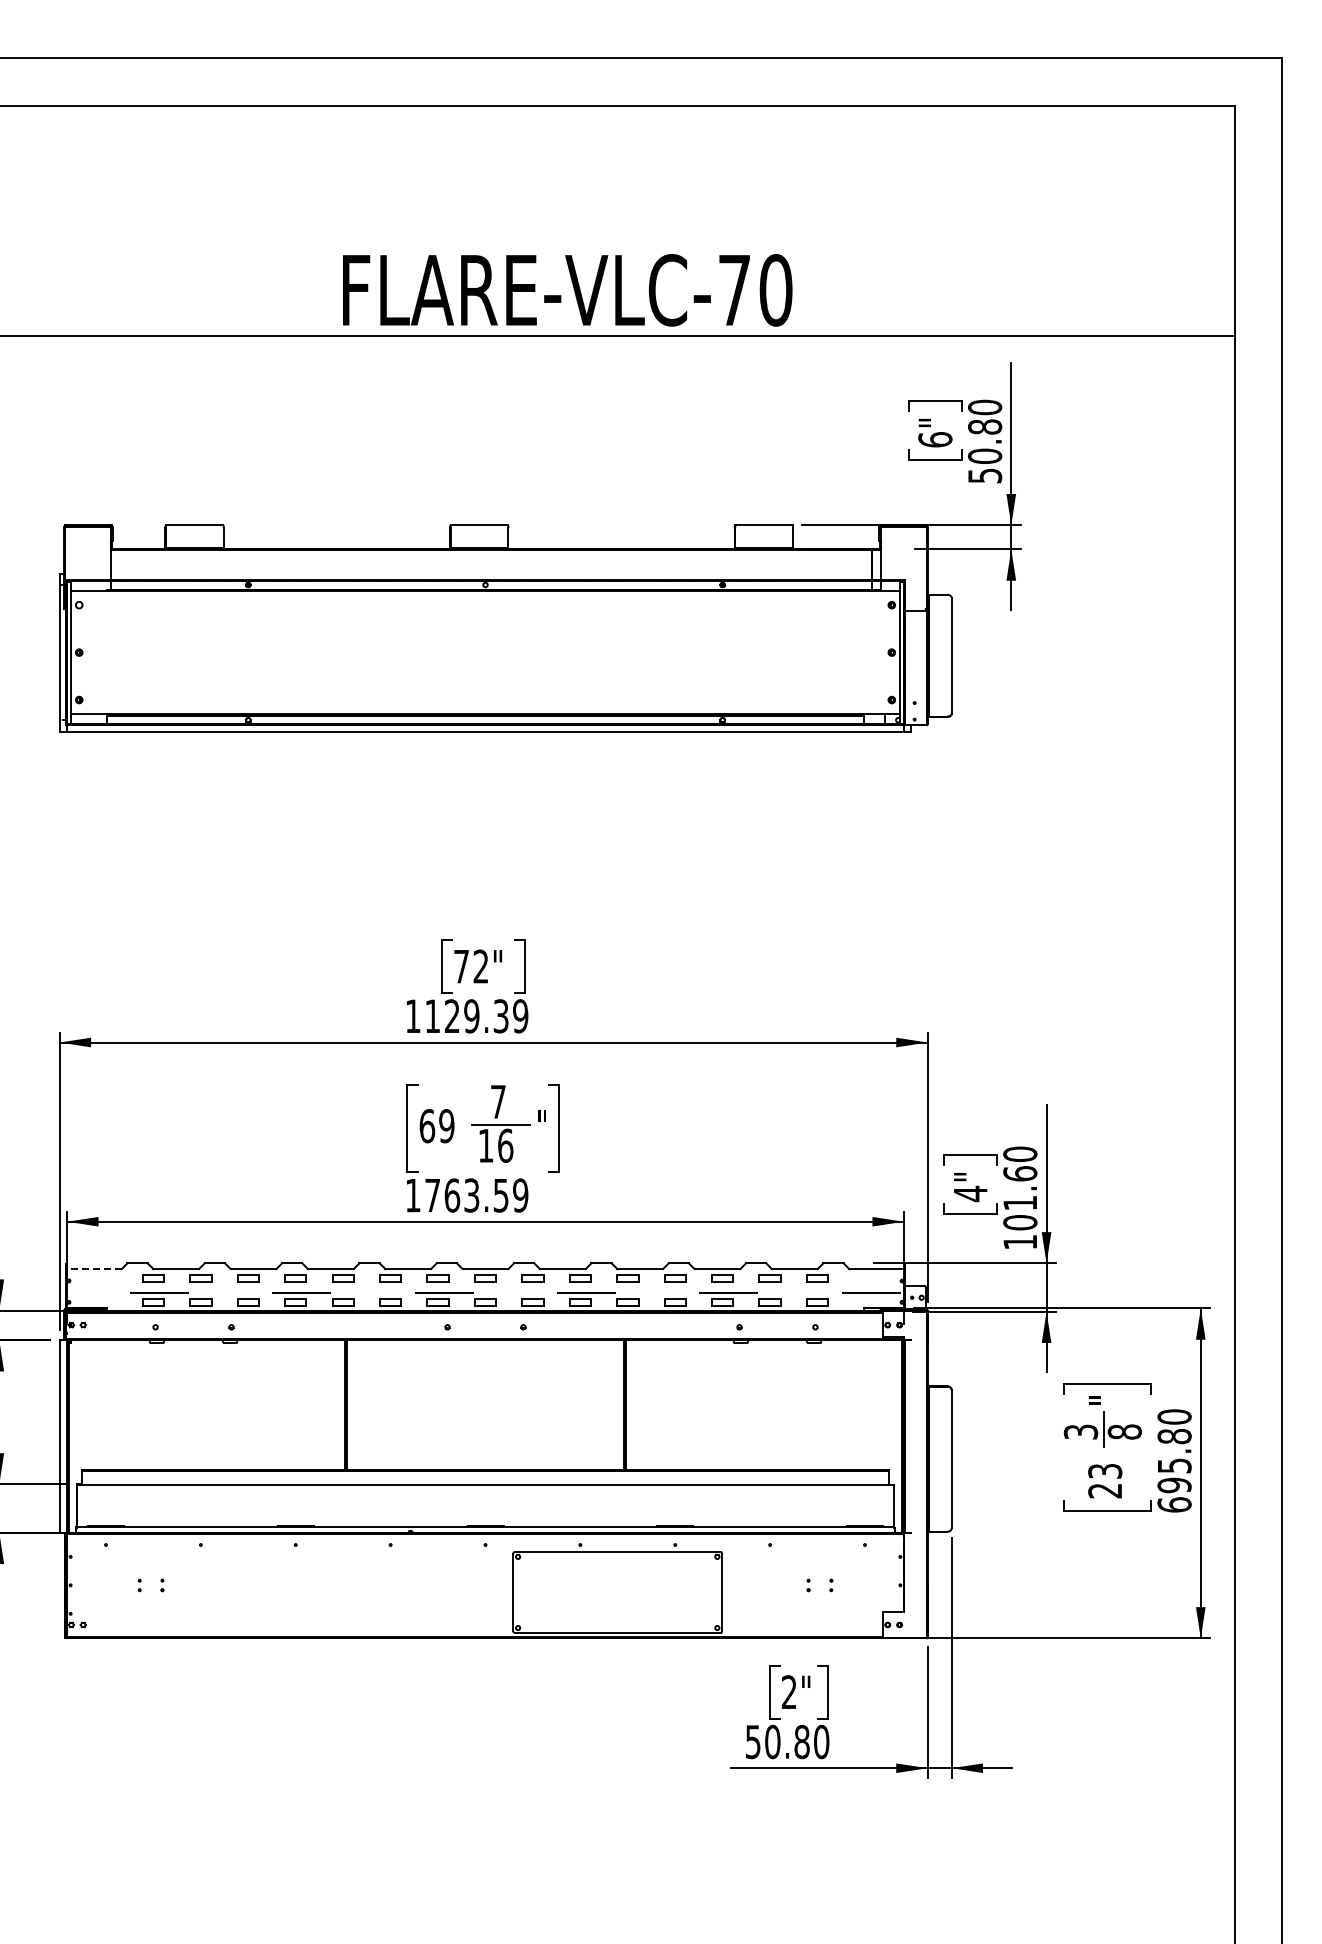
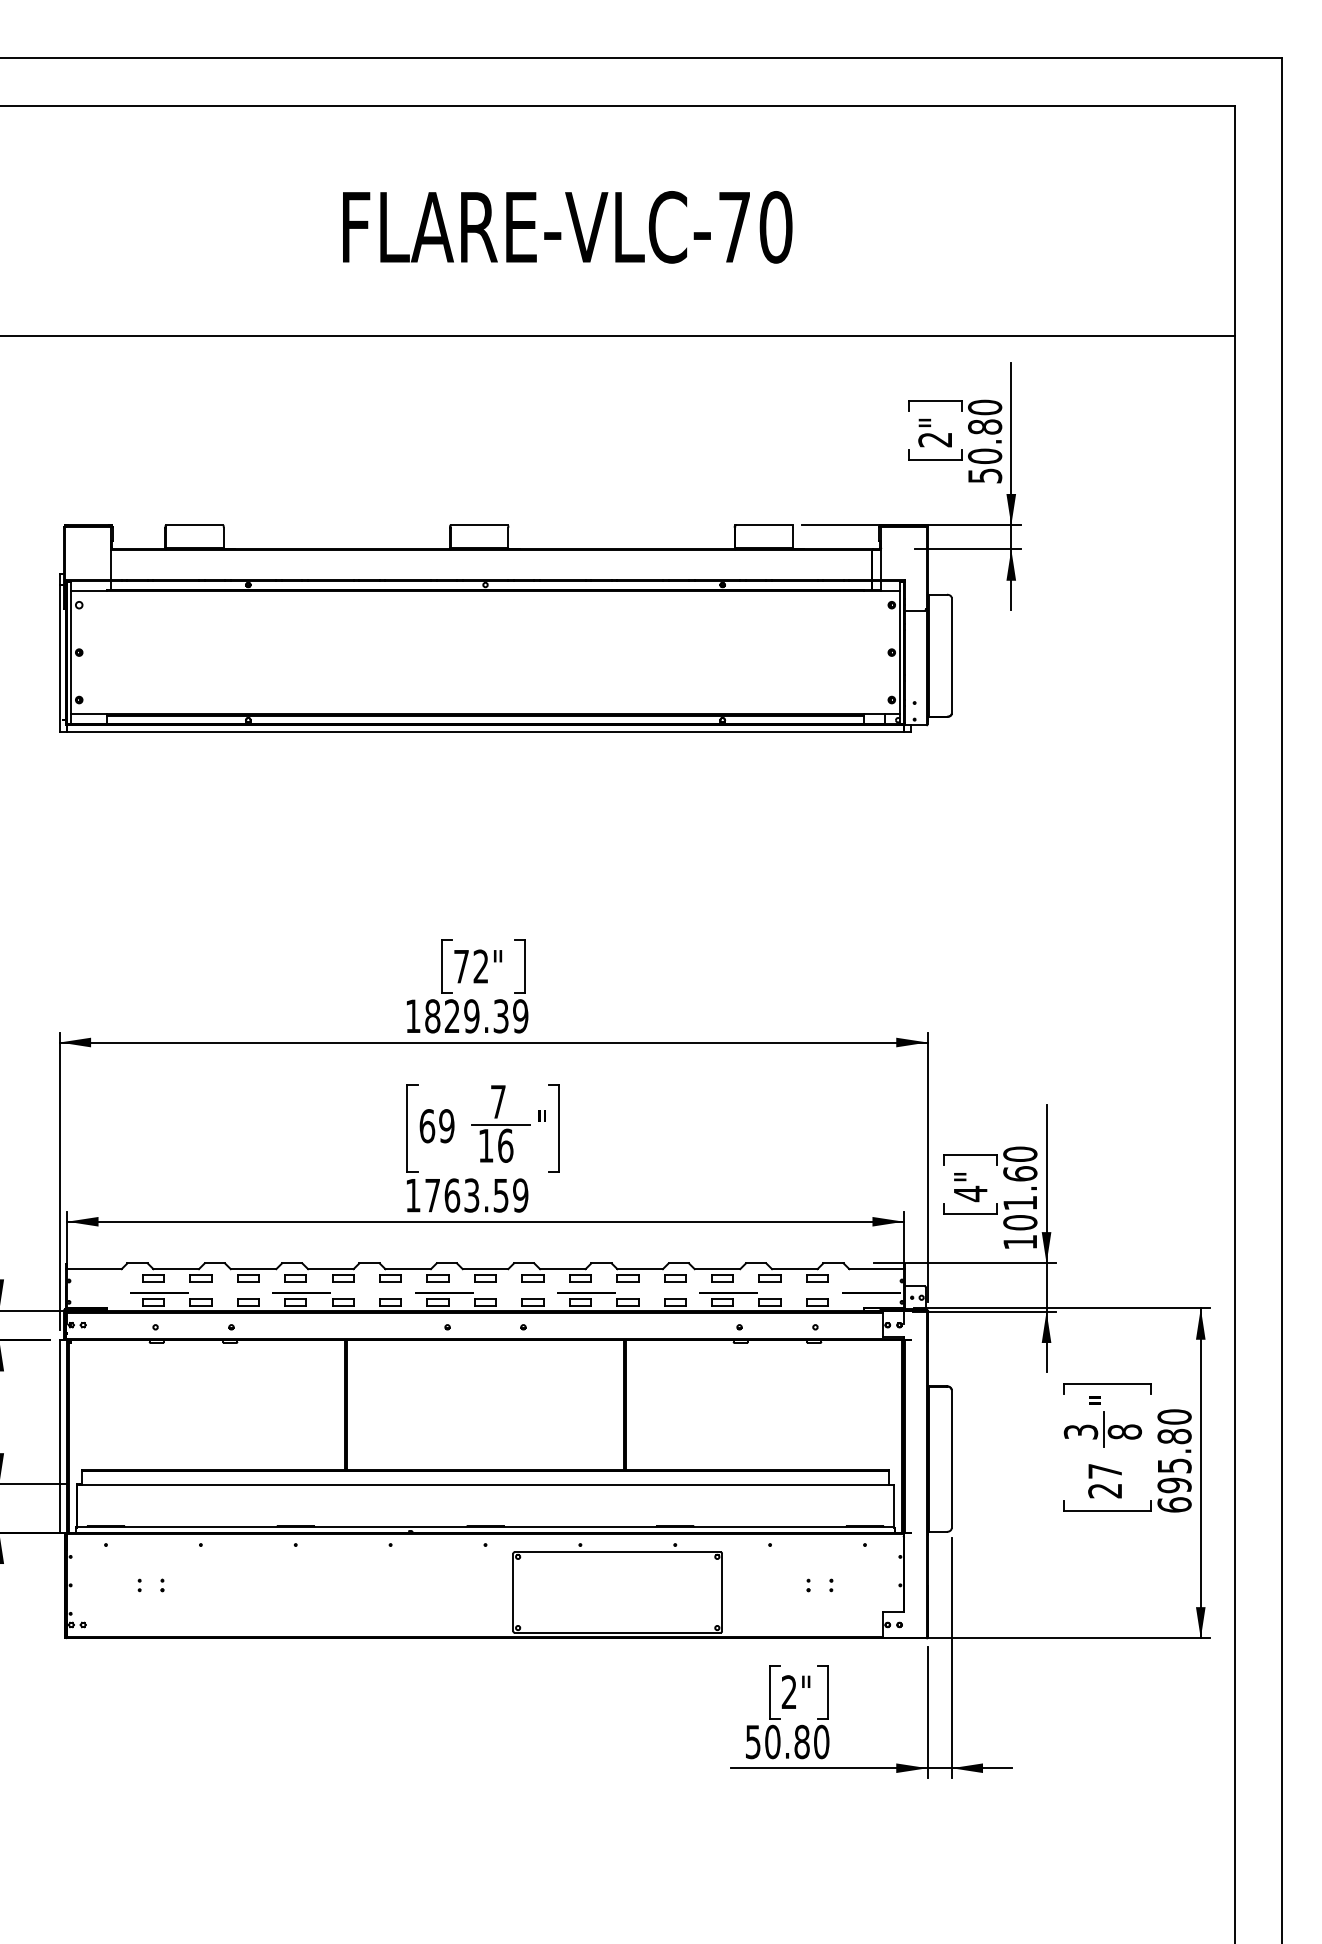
text at (567, 290) position: (567, 290) -> (567, 227)
text at (935, 439): 6" -> 2"
text at (432, 1016): 1129.39 -> 1829.39
line at (93, 1269): dashed -> solid
text at (1105, 1471): 23 -> 27
